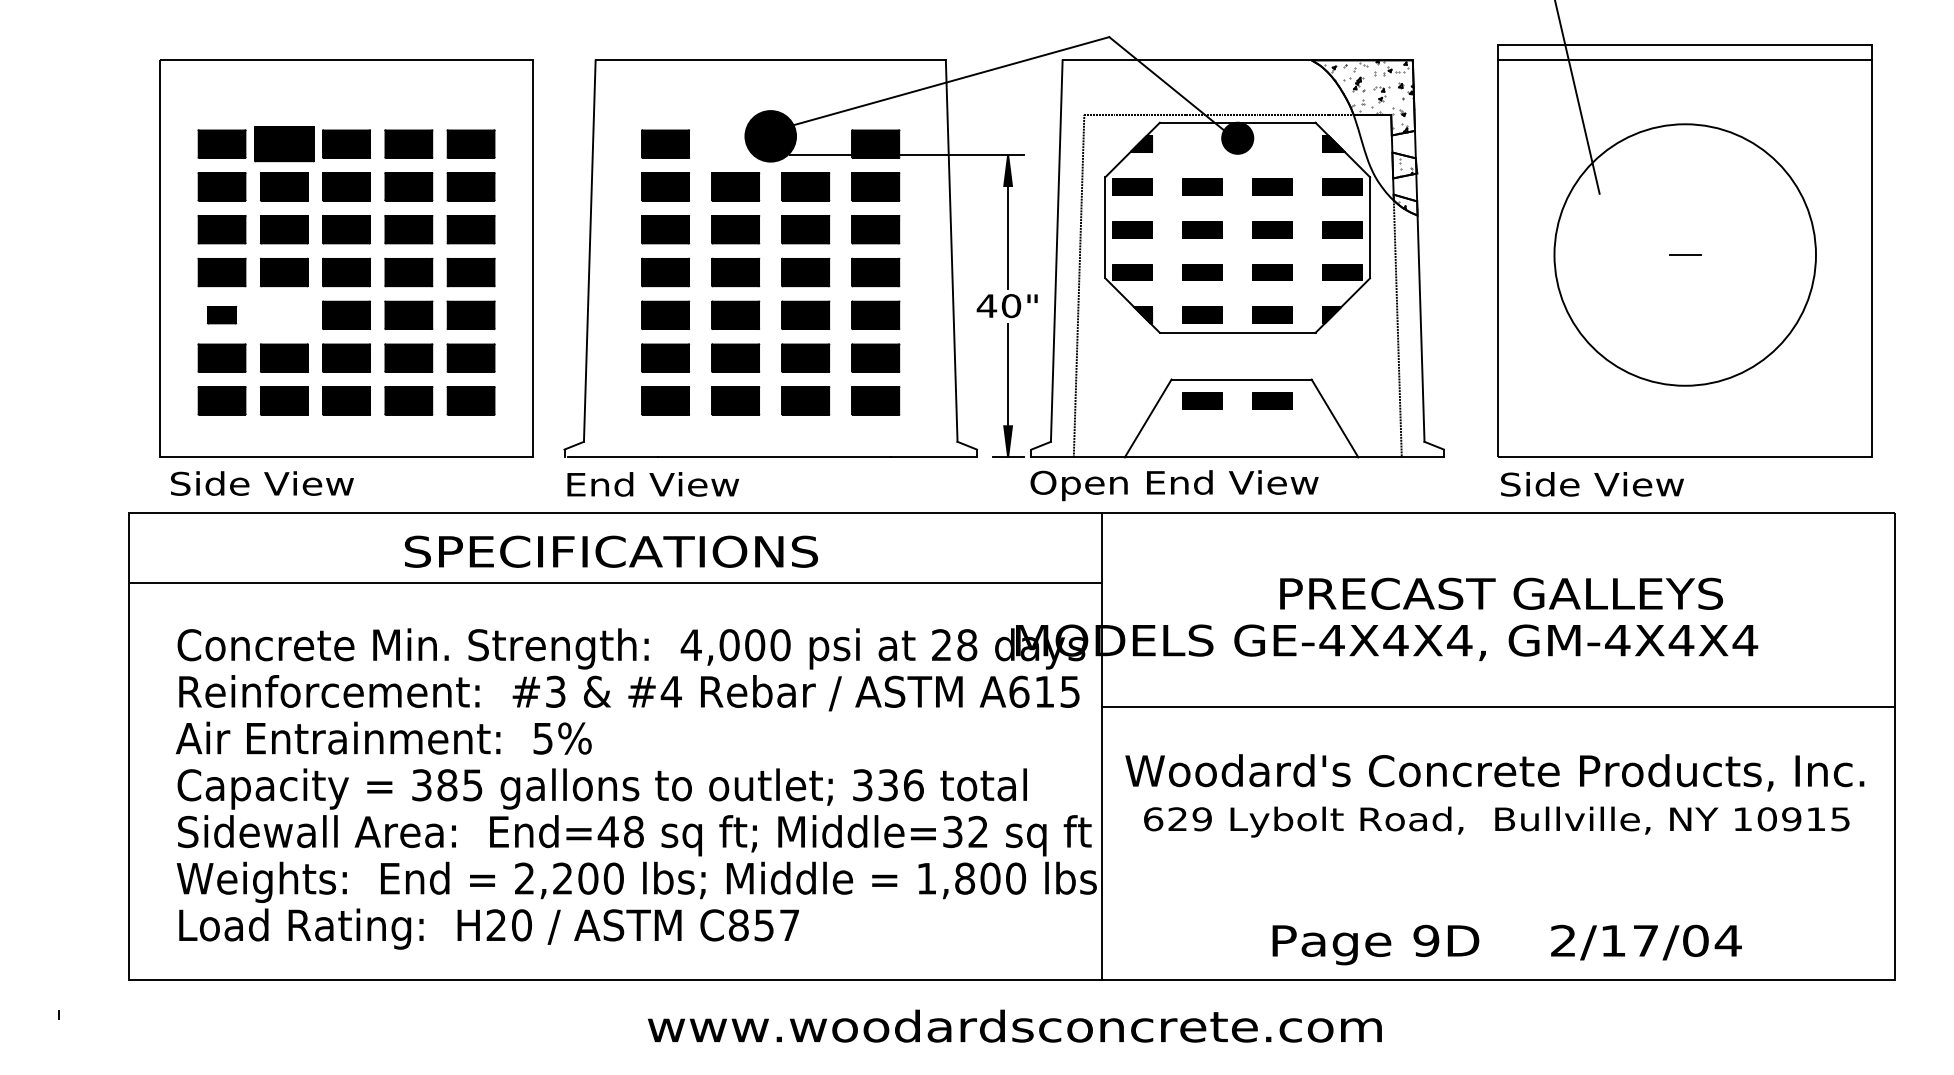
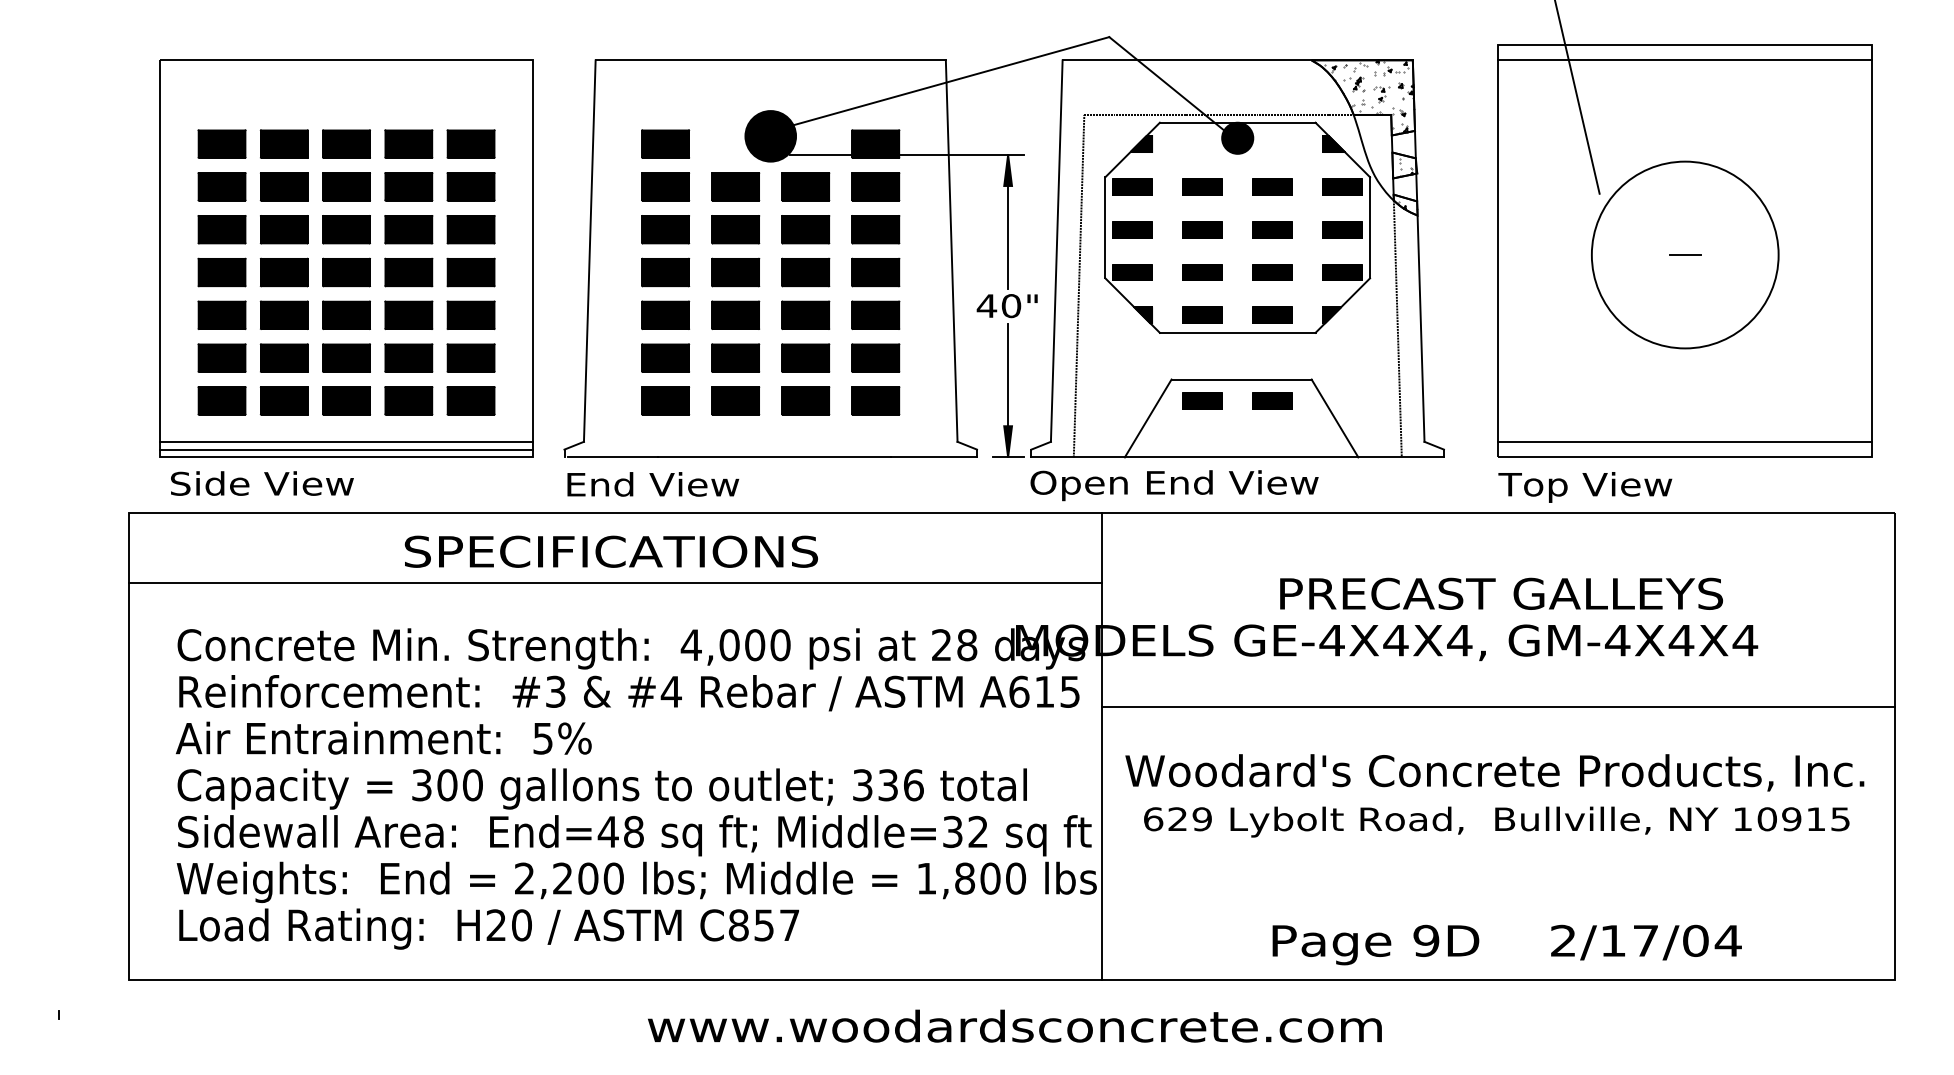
part at (284, 144) size: 61x37 px -> 50x30 px
circle at (1684, 254) diameter: 262 px -> 187 px
part at (283, 314): none -> present
part at (222, 315) size: 31x19 px -> 50x30 px
line at (346, 441): none -> present
line at (1685, 441): none -> present
line at (346, 449): none -> present
text at (1590, 487): Side View -> Top View
text at (459, 785): 385 -> 300
